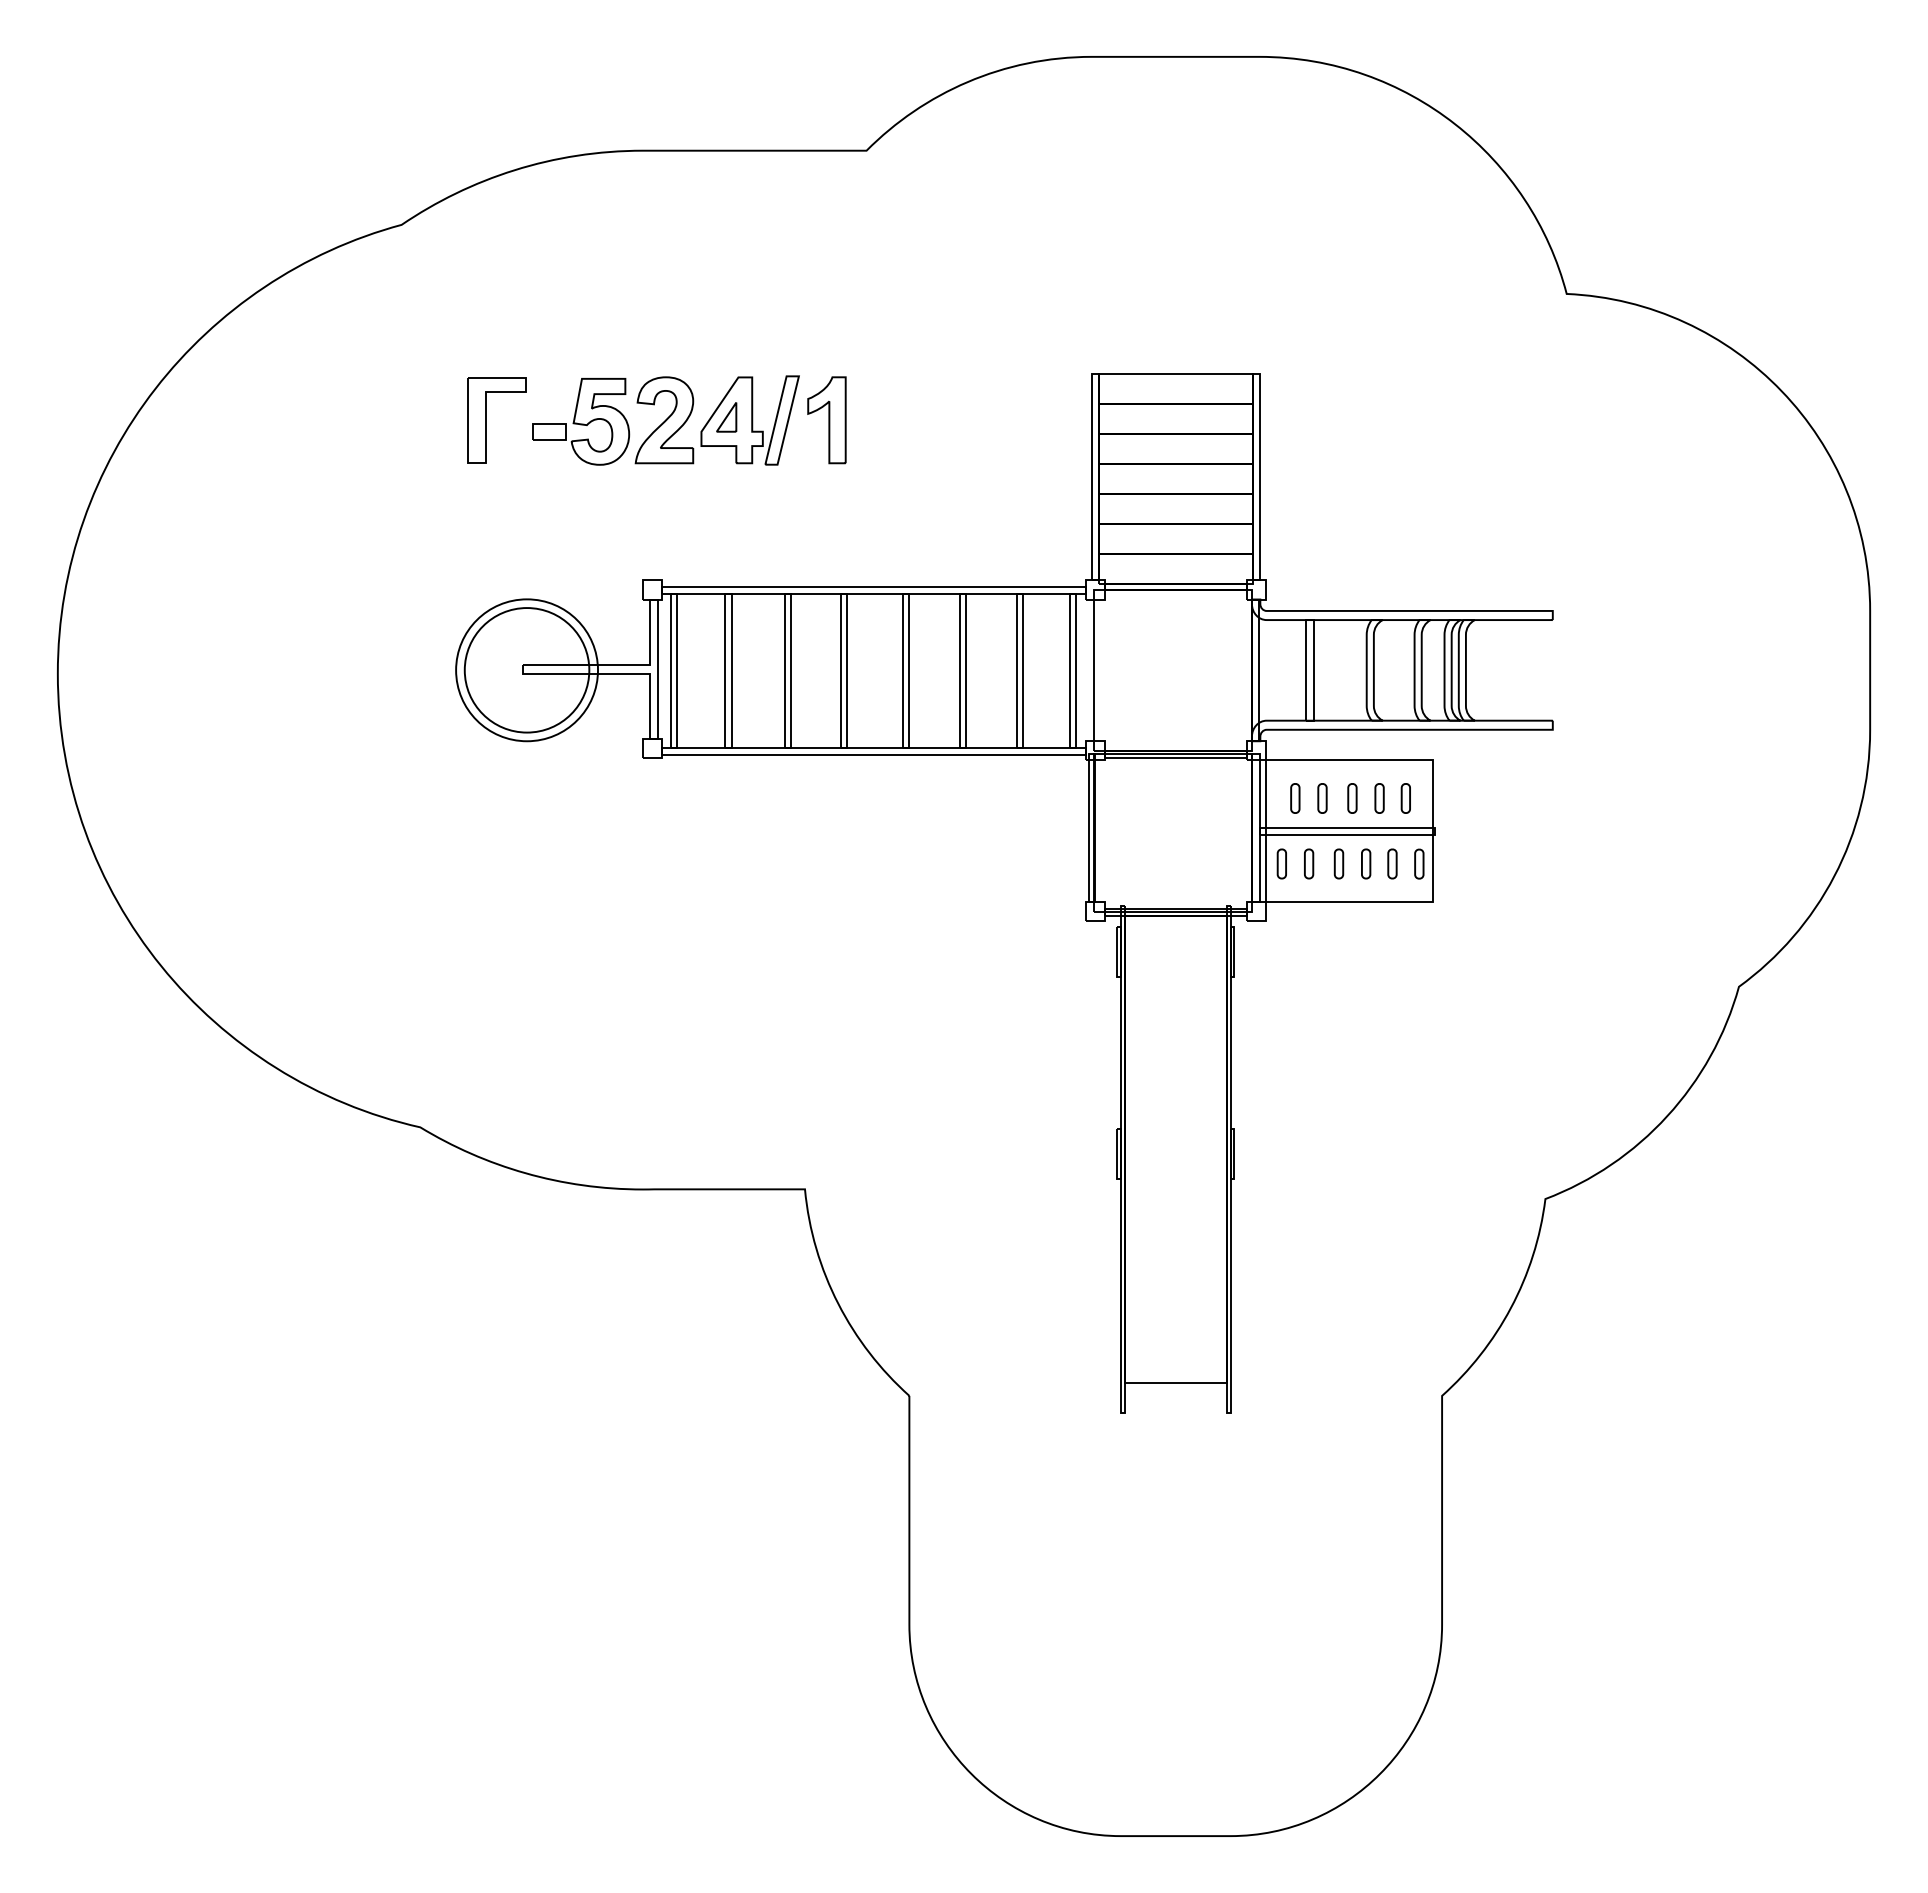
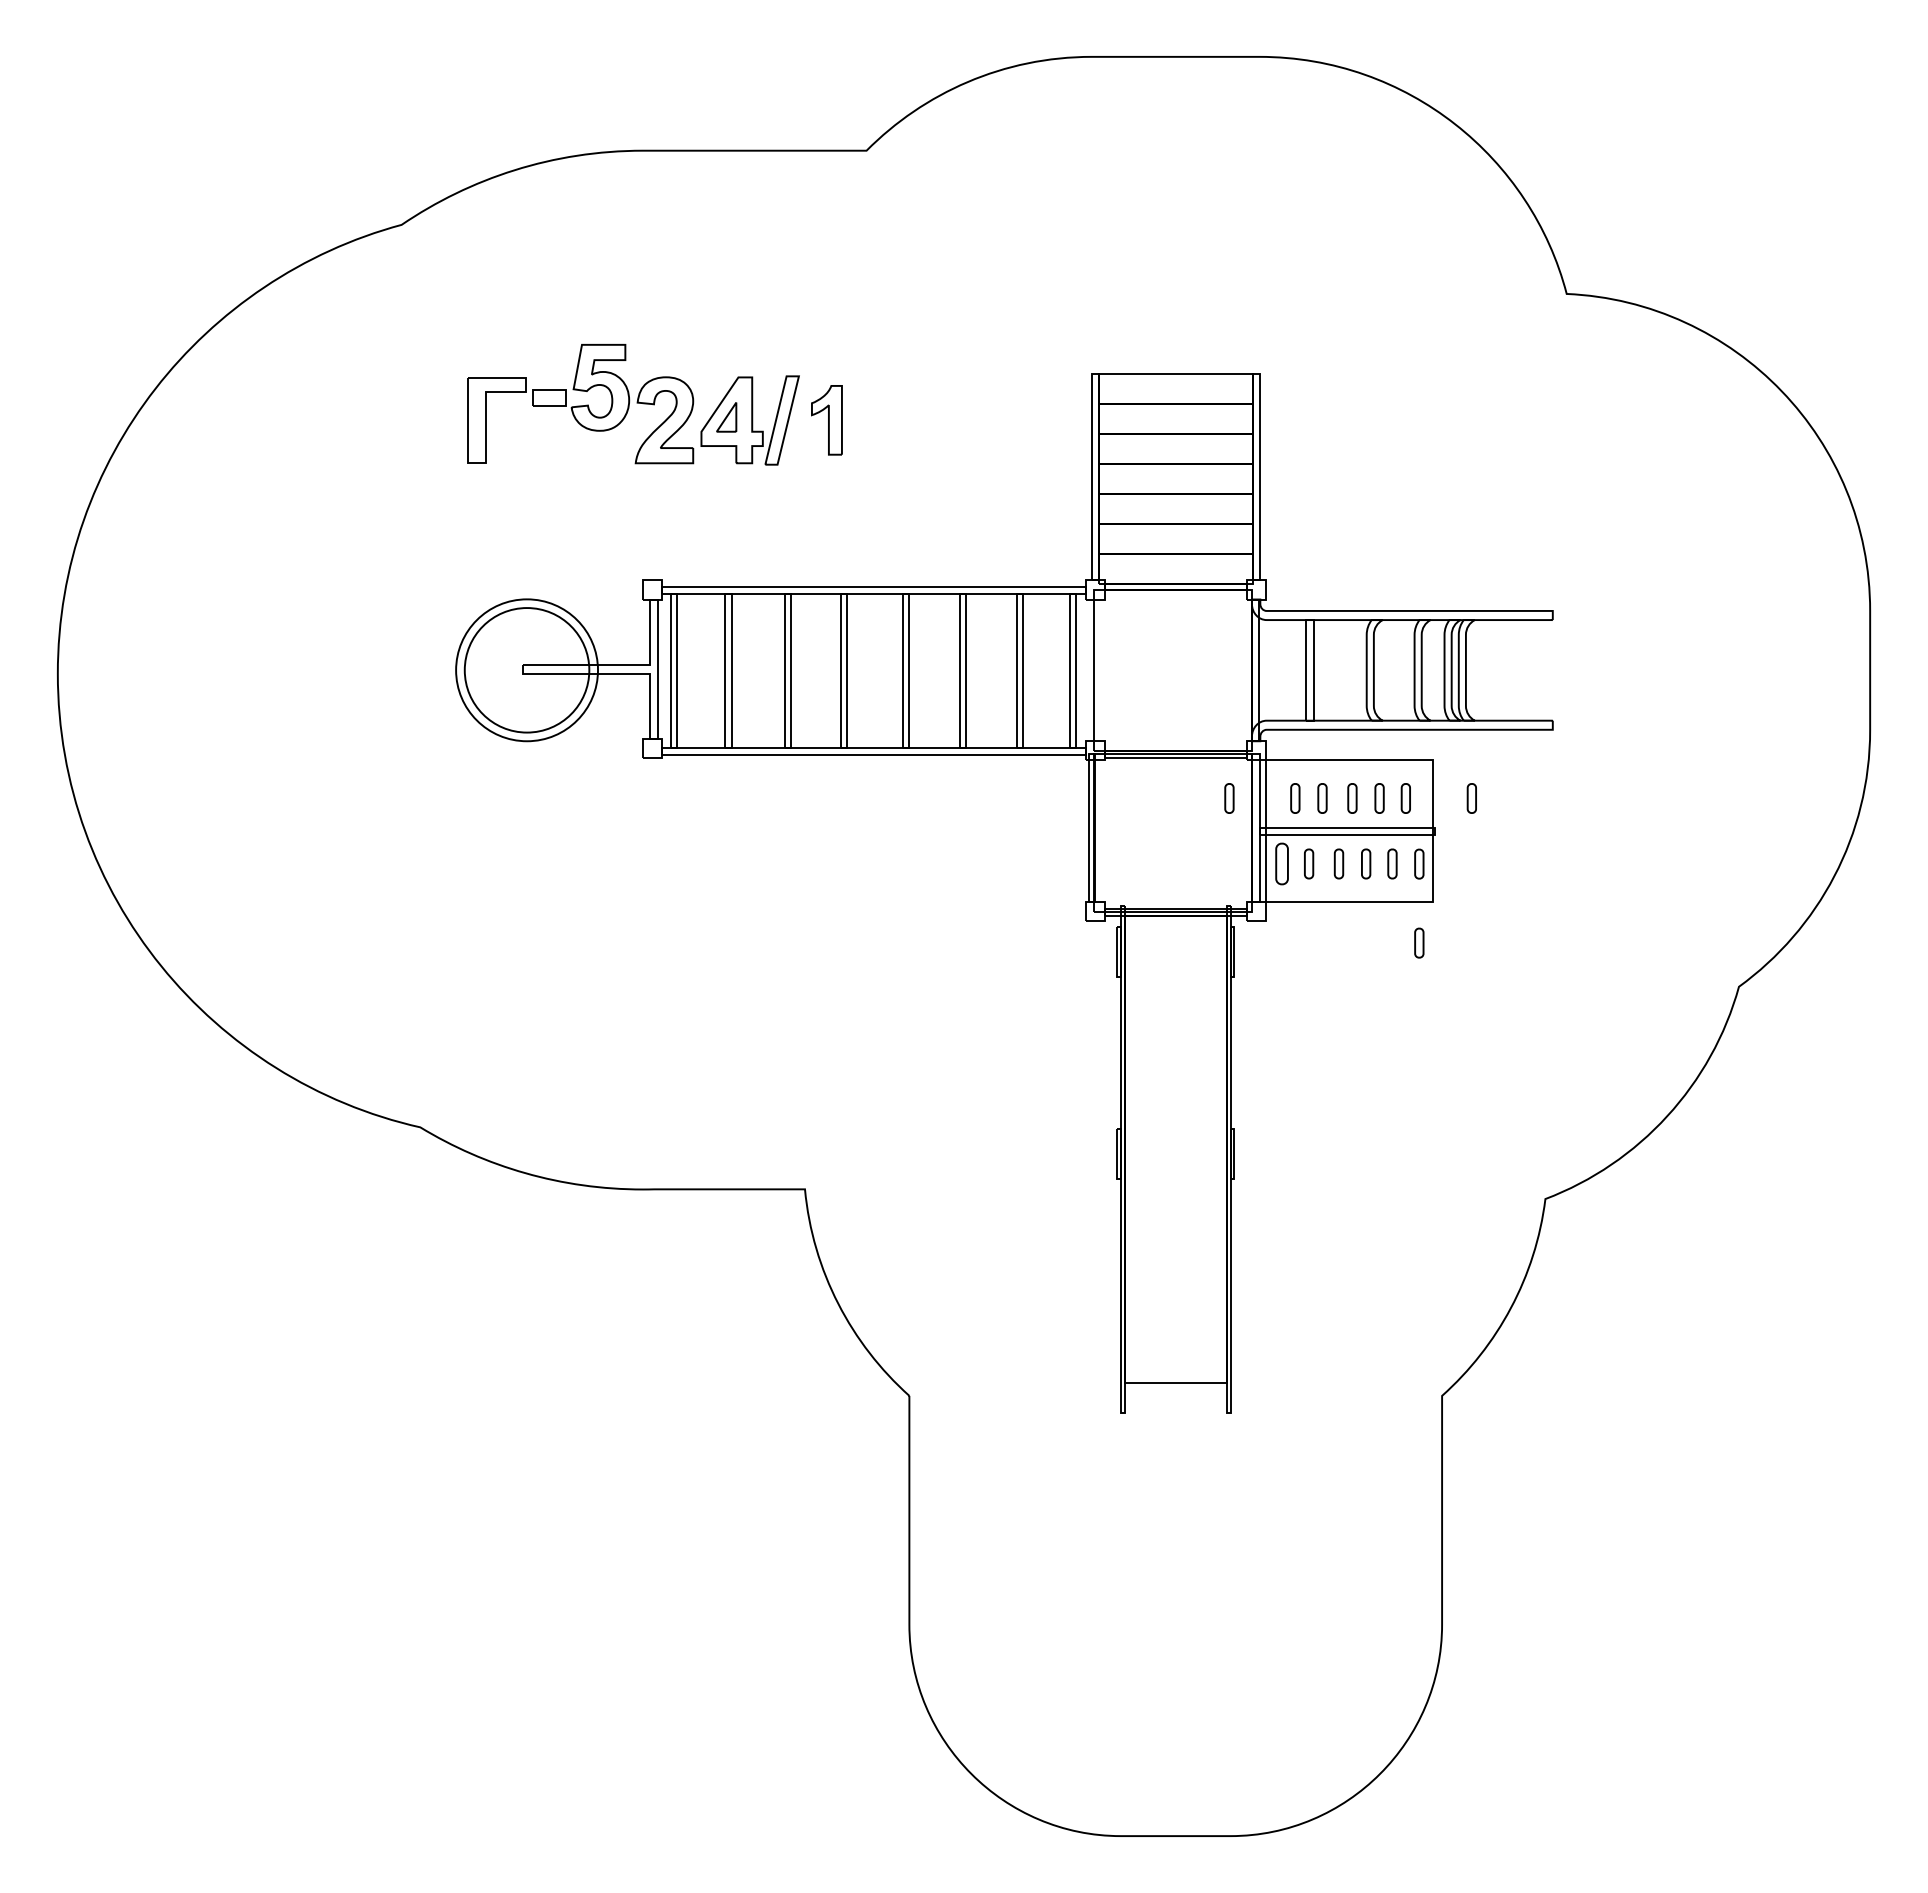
part at (826, 420) size: 40x89 px -> 32x71 px
part at (581, 421) position: (581, 421) -> (581, 387)
part at (1229, 798): none -> present
part at (1471, 798): none -> present
part at (1281, 863) size: 11x32 px -> 14x44 px
part at (1419, 942): none -> present
